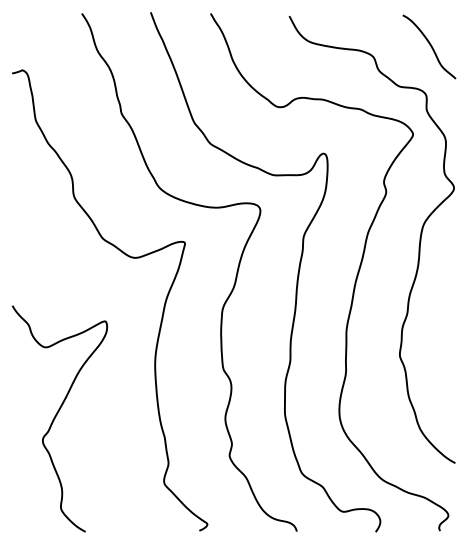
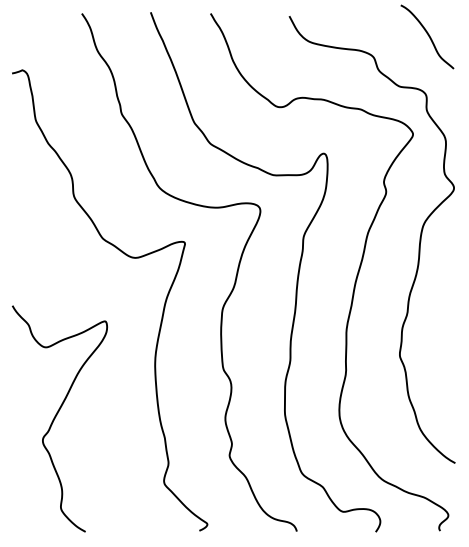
part at (429, 46) position: (429, 46) -> (427, 36)
